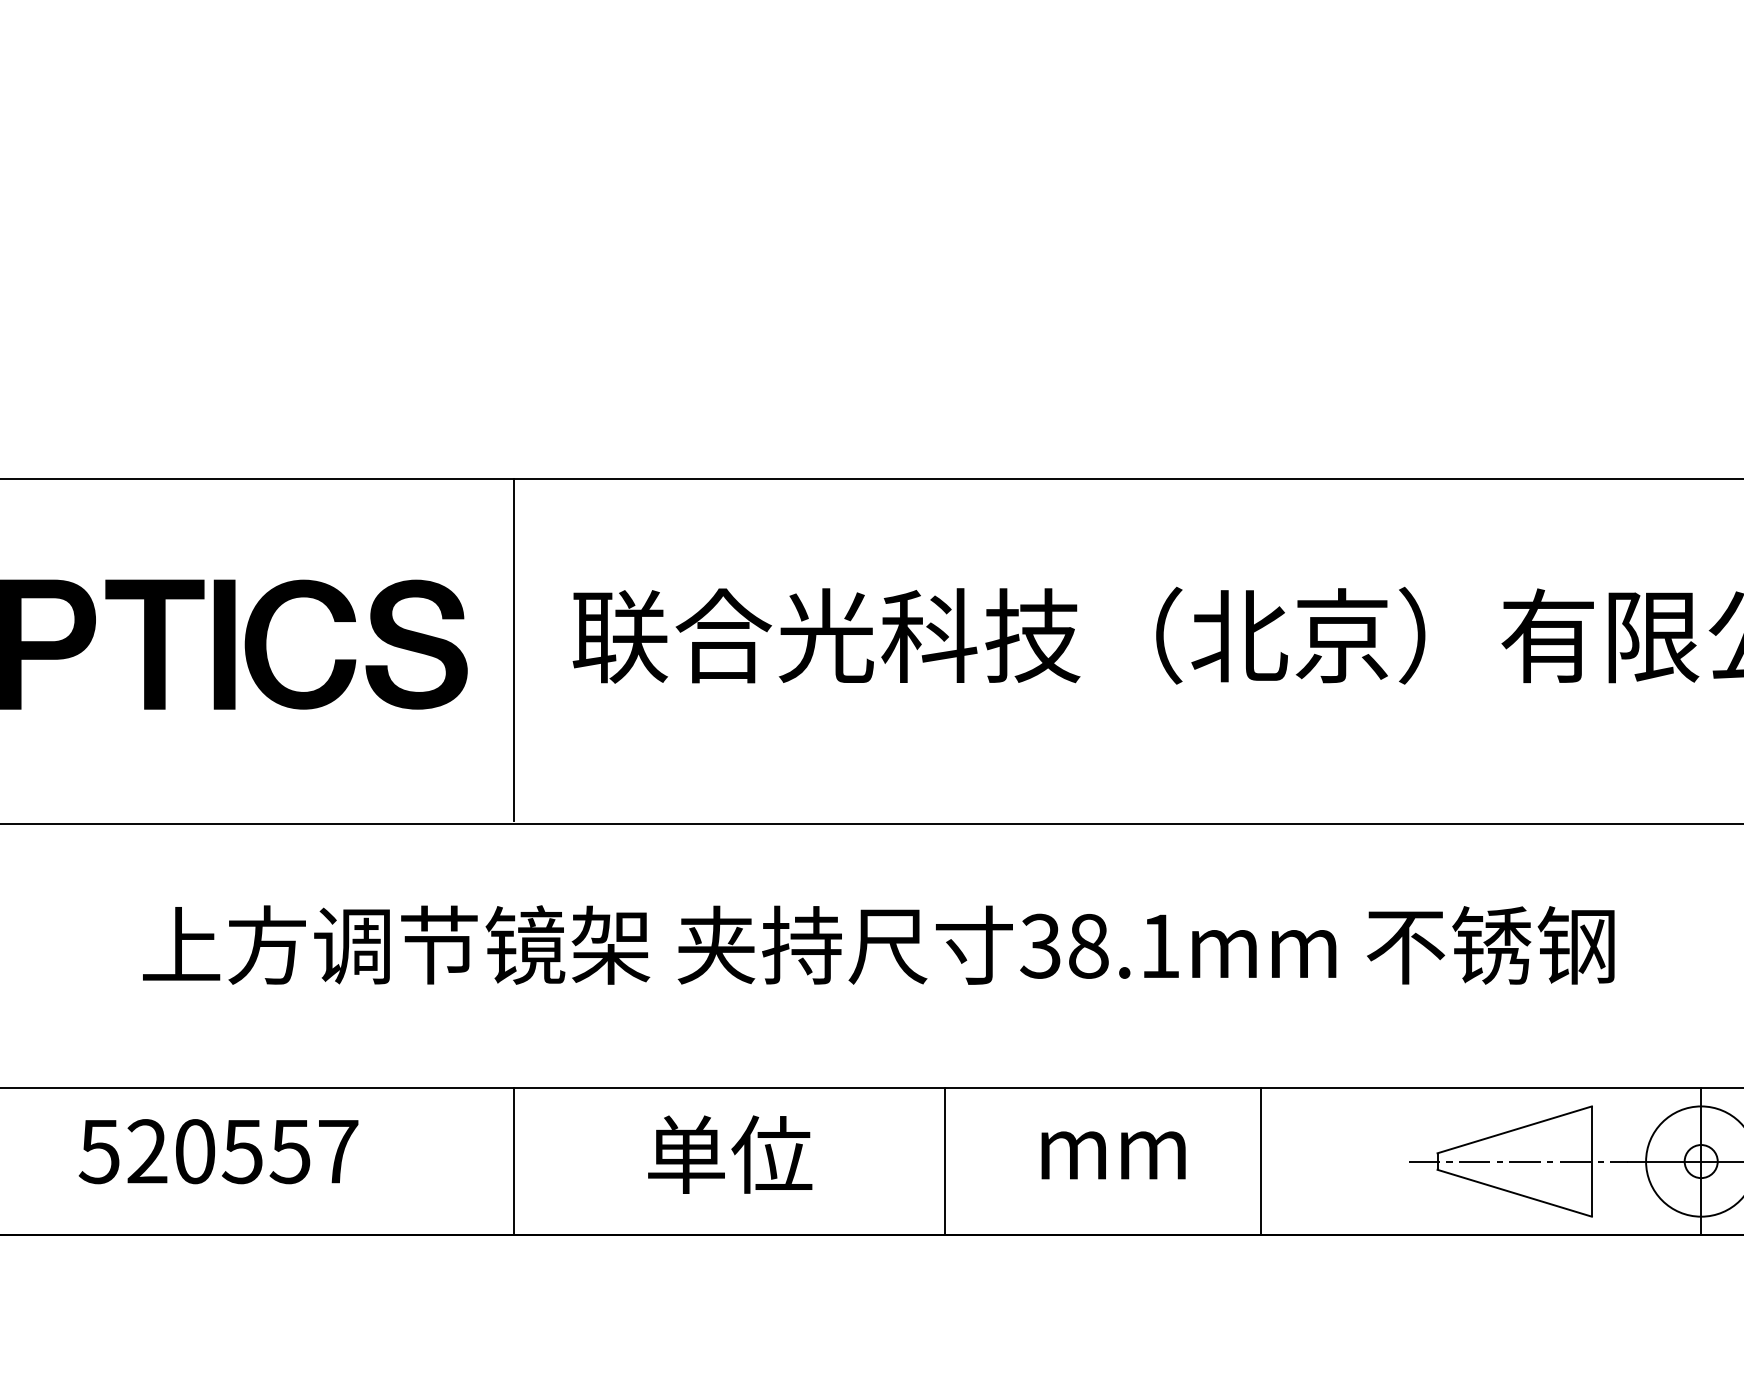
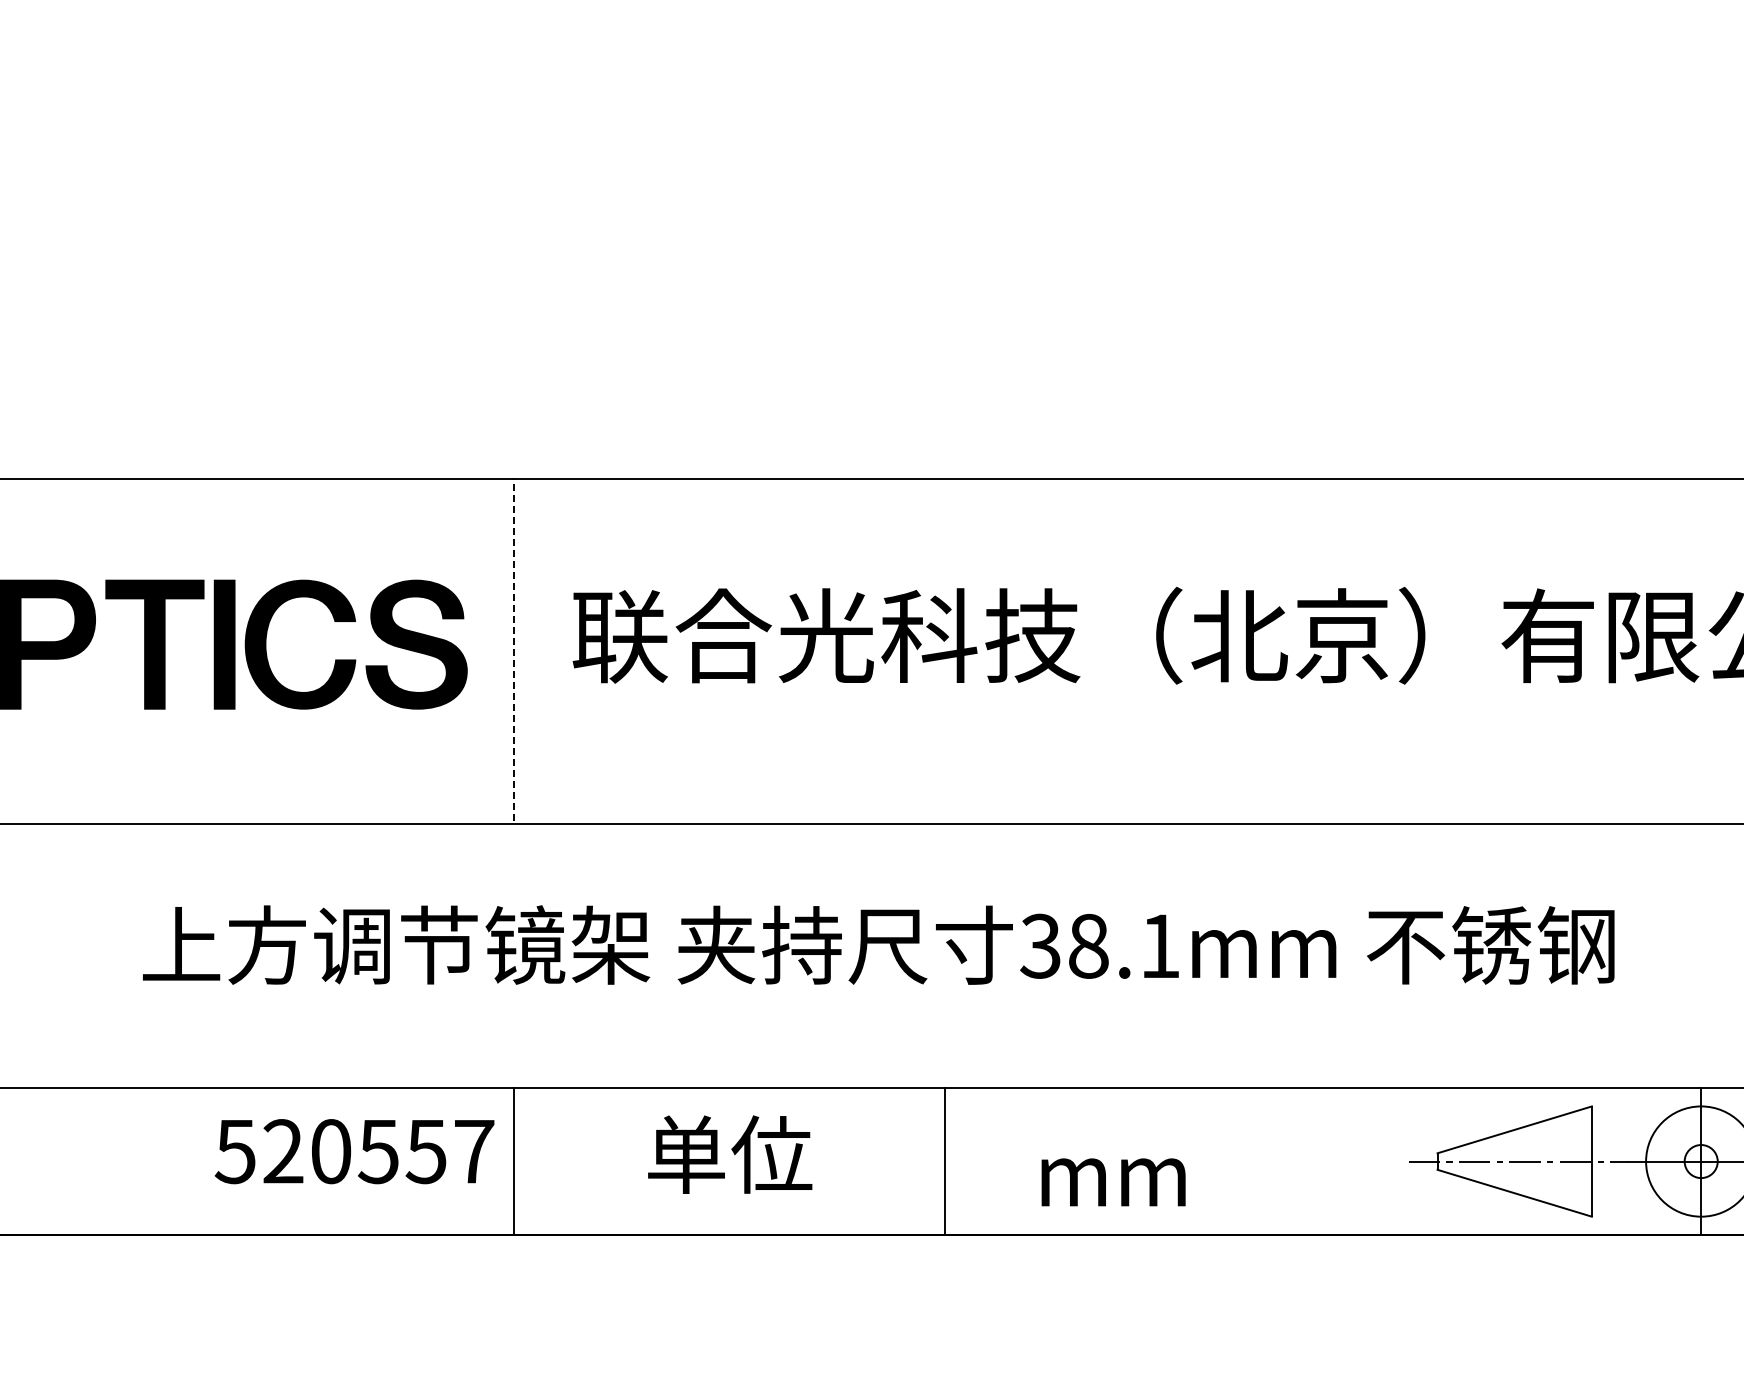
line at (513, 649): solid -> dashed
text at (218, 1151) position: (218, 1151) -> (354, 1151)
text at (1113, 1155) position: (1113, 1155) -> (1113, 1182)
line at (1261, 1161): present -> none
